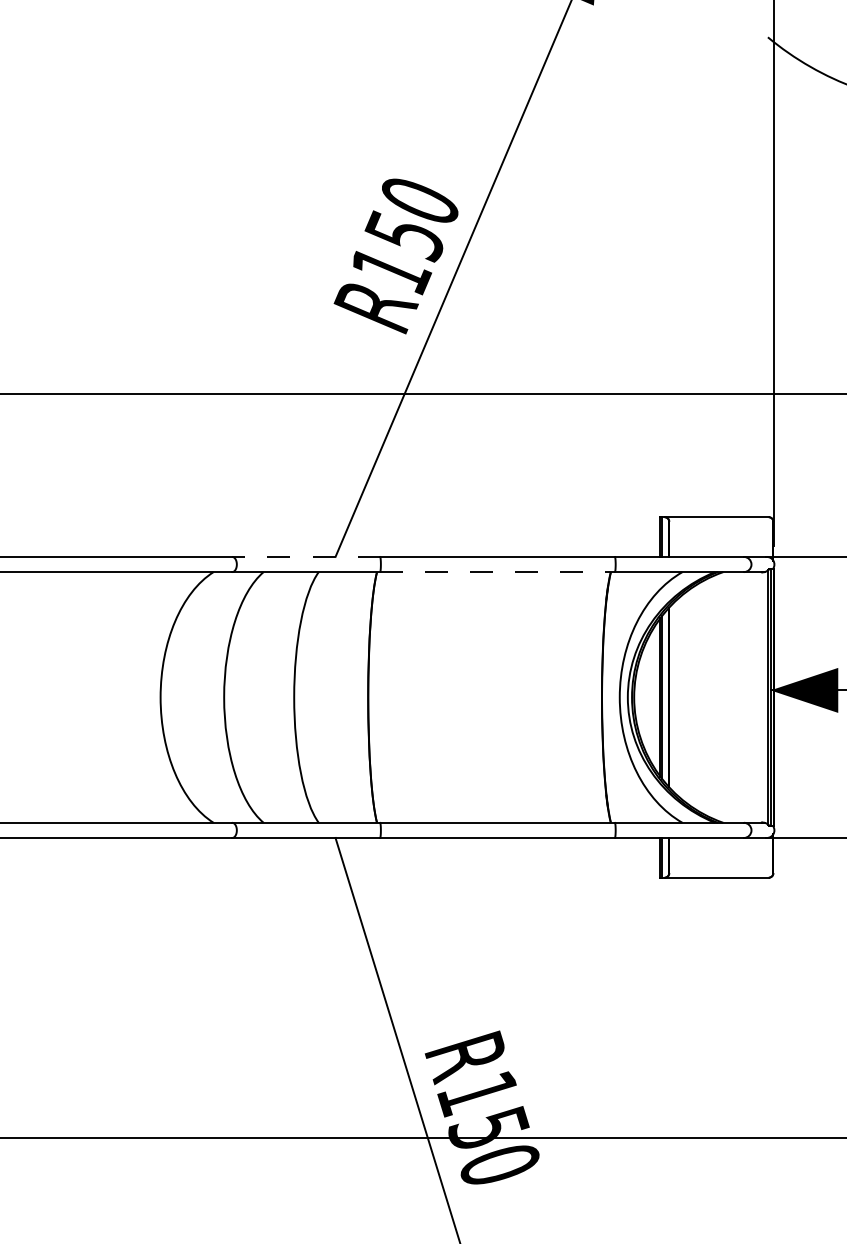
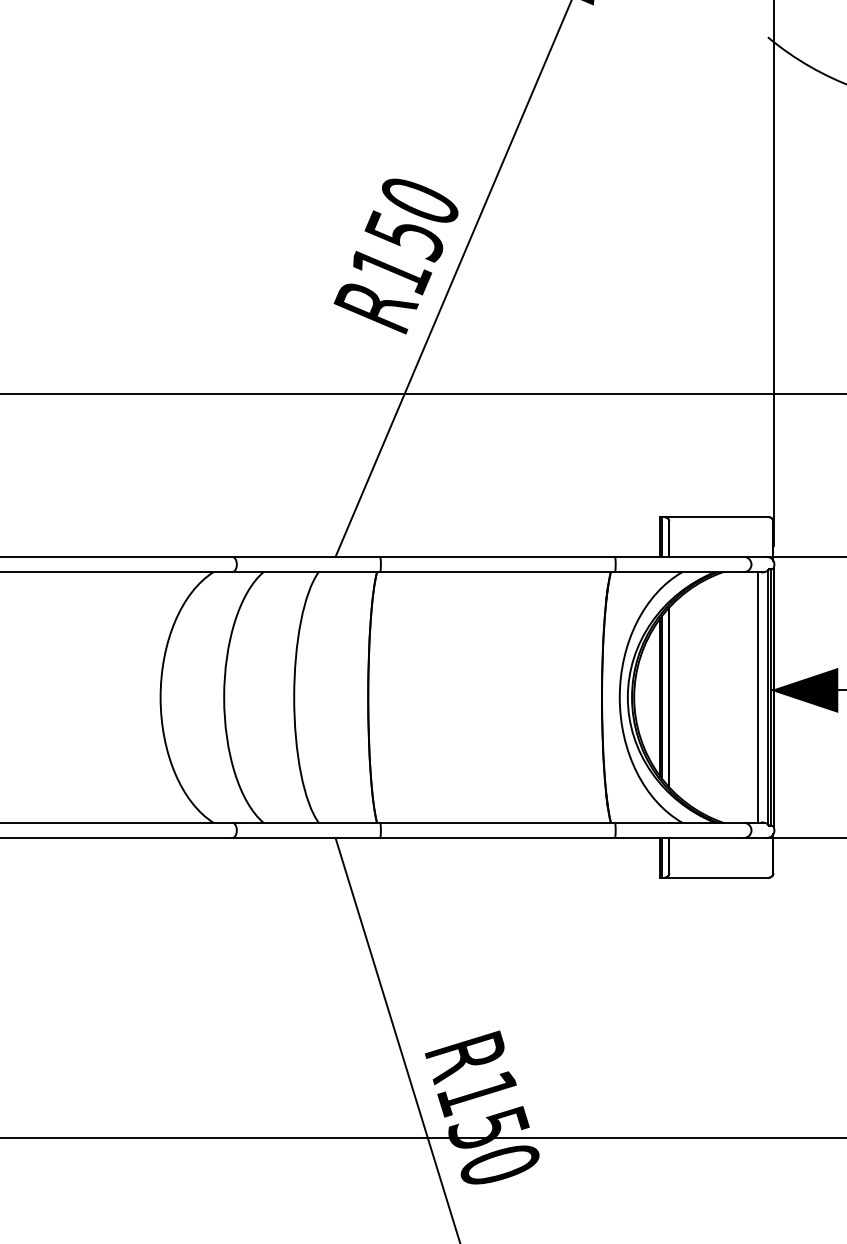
line at (306, 556): dashed -> solid
line at (498, 572): dashed -> solid
line at (758, 697): none -> present
